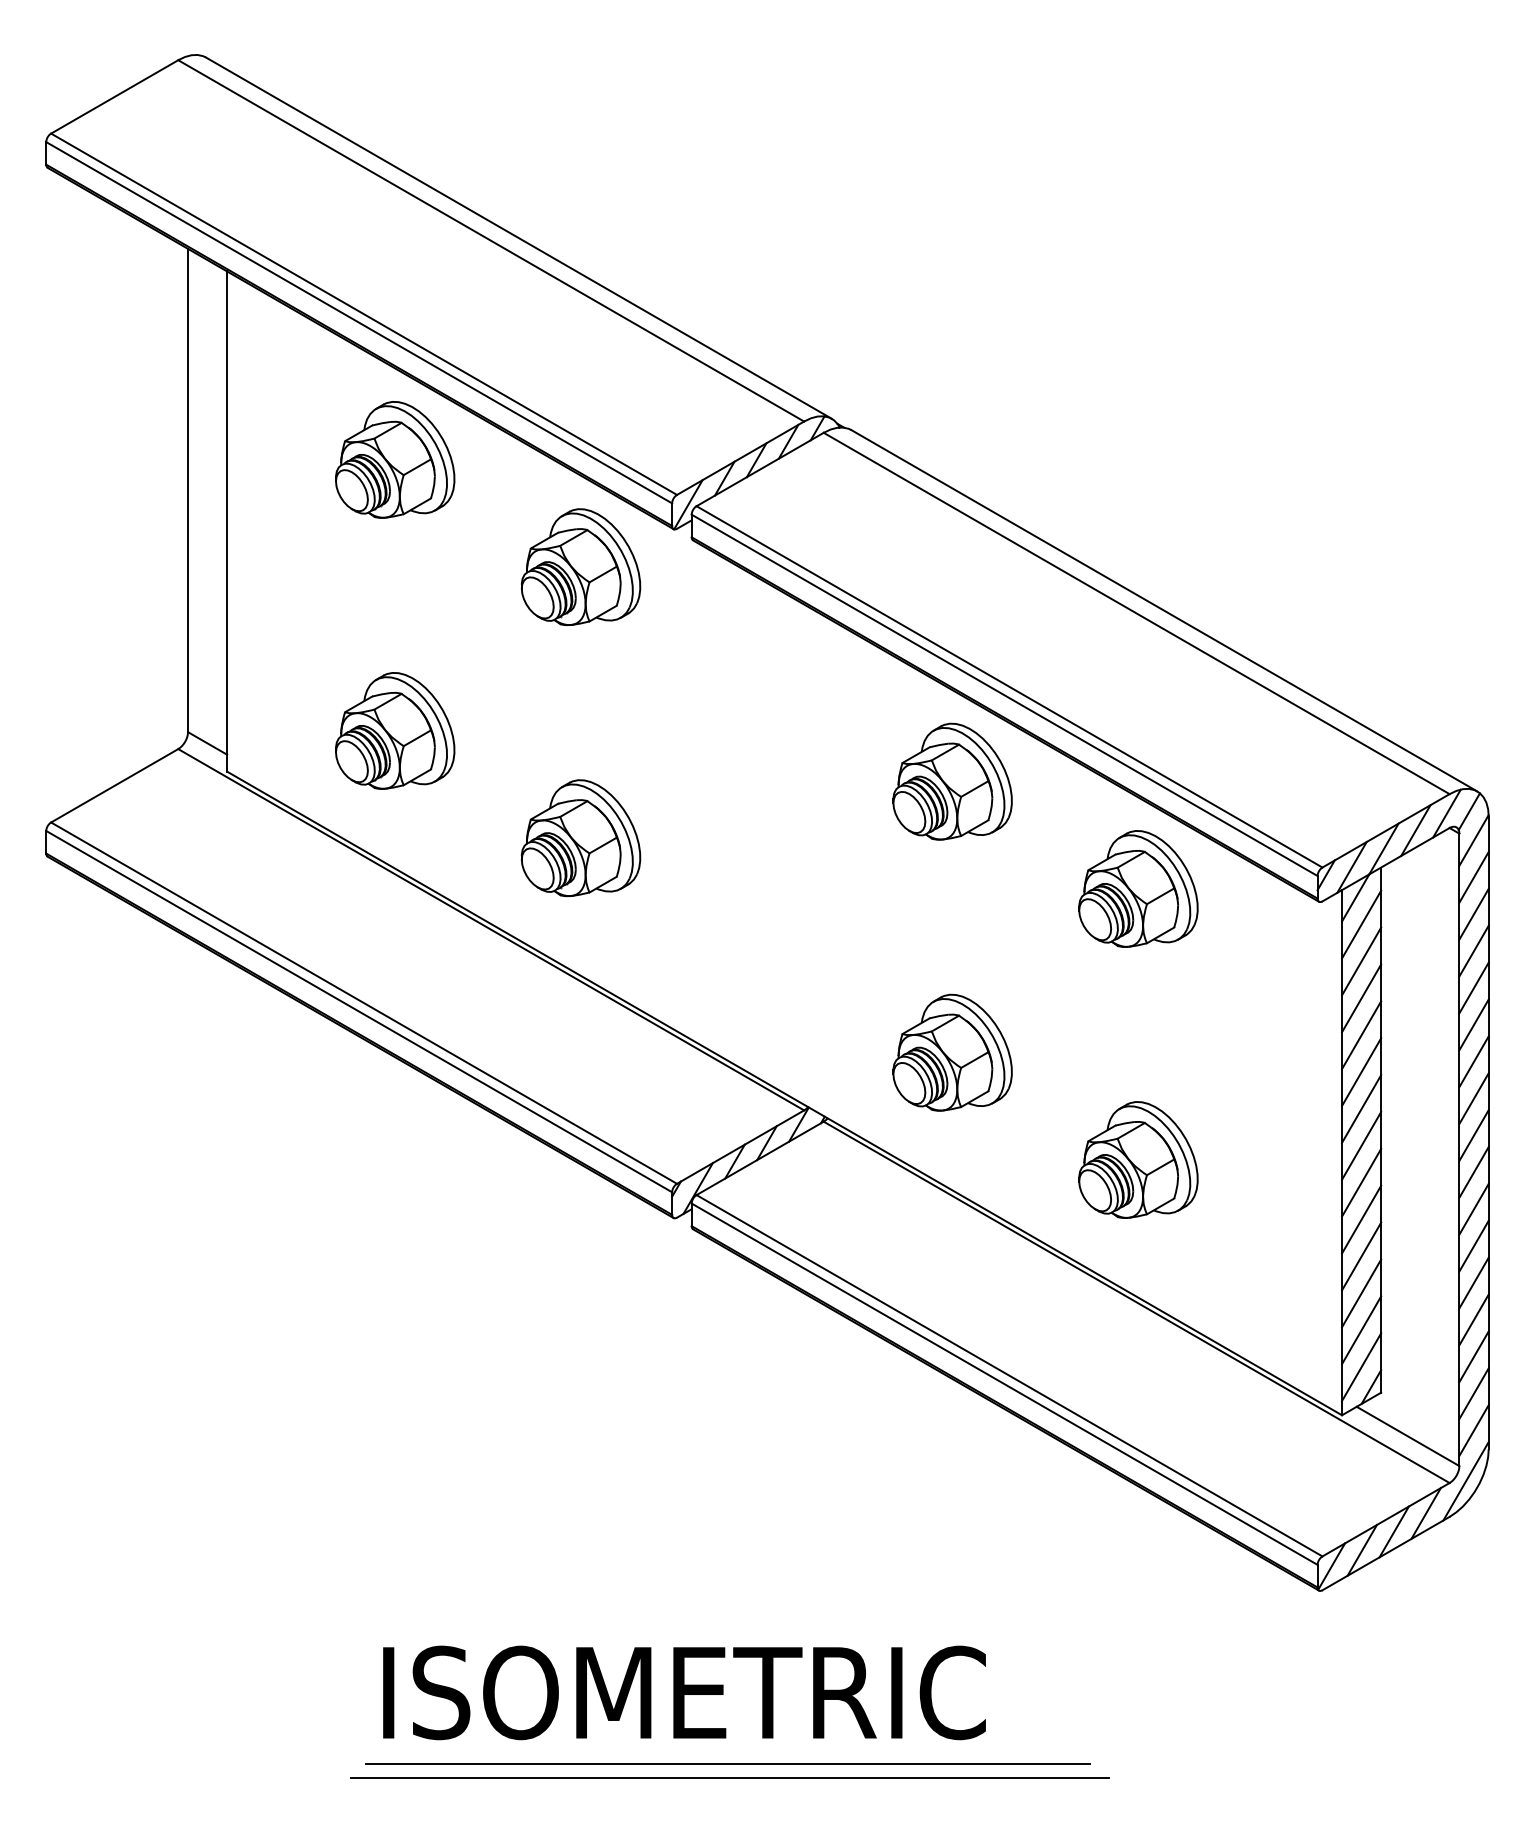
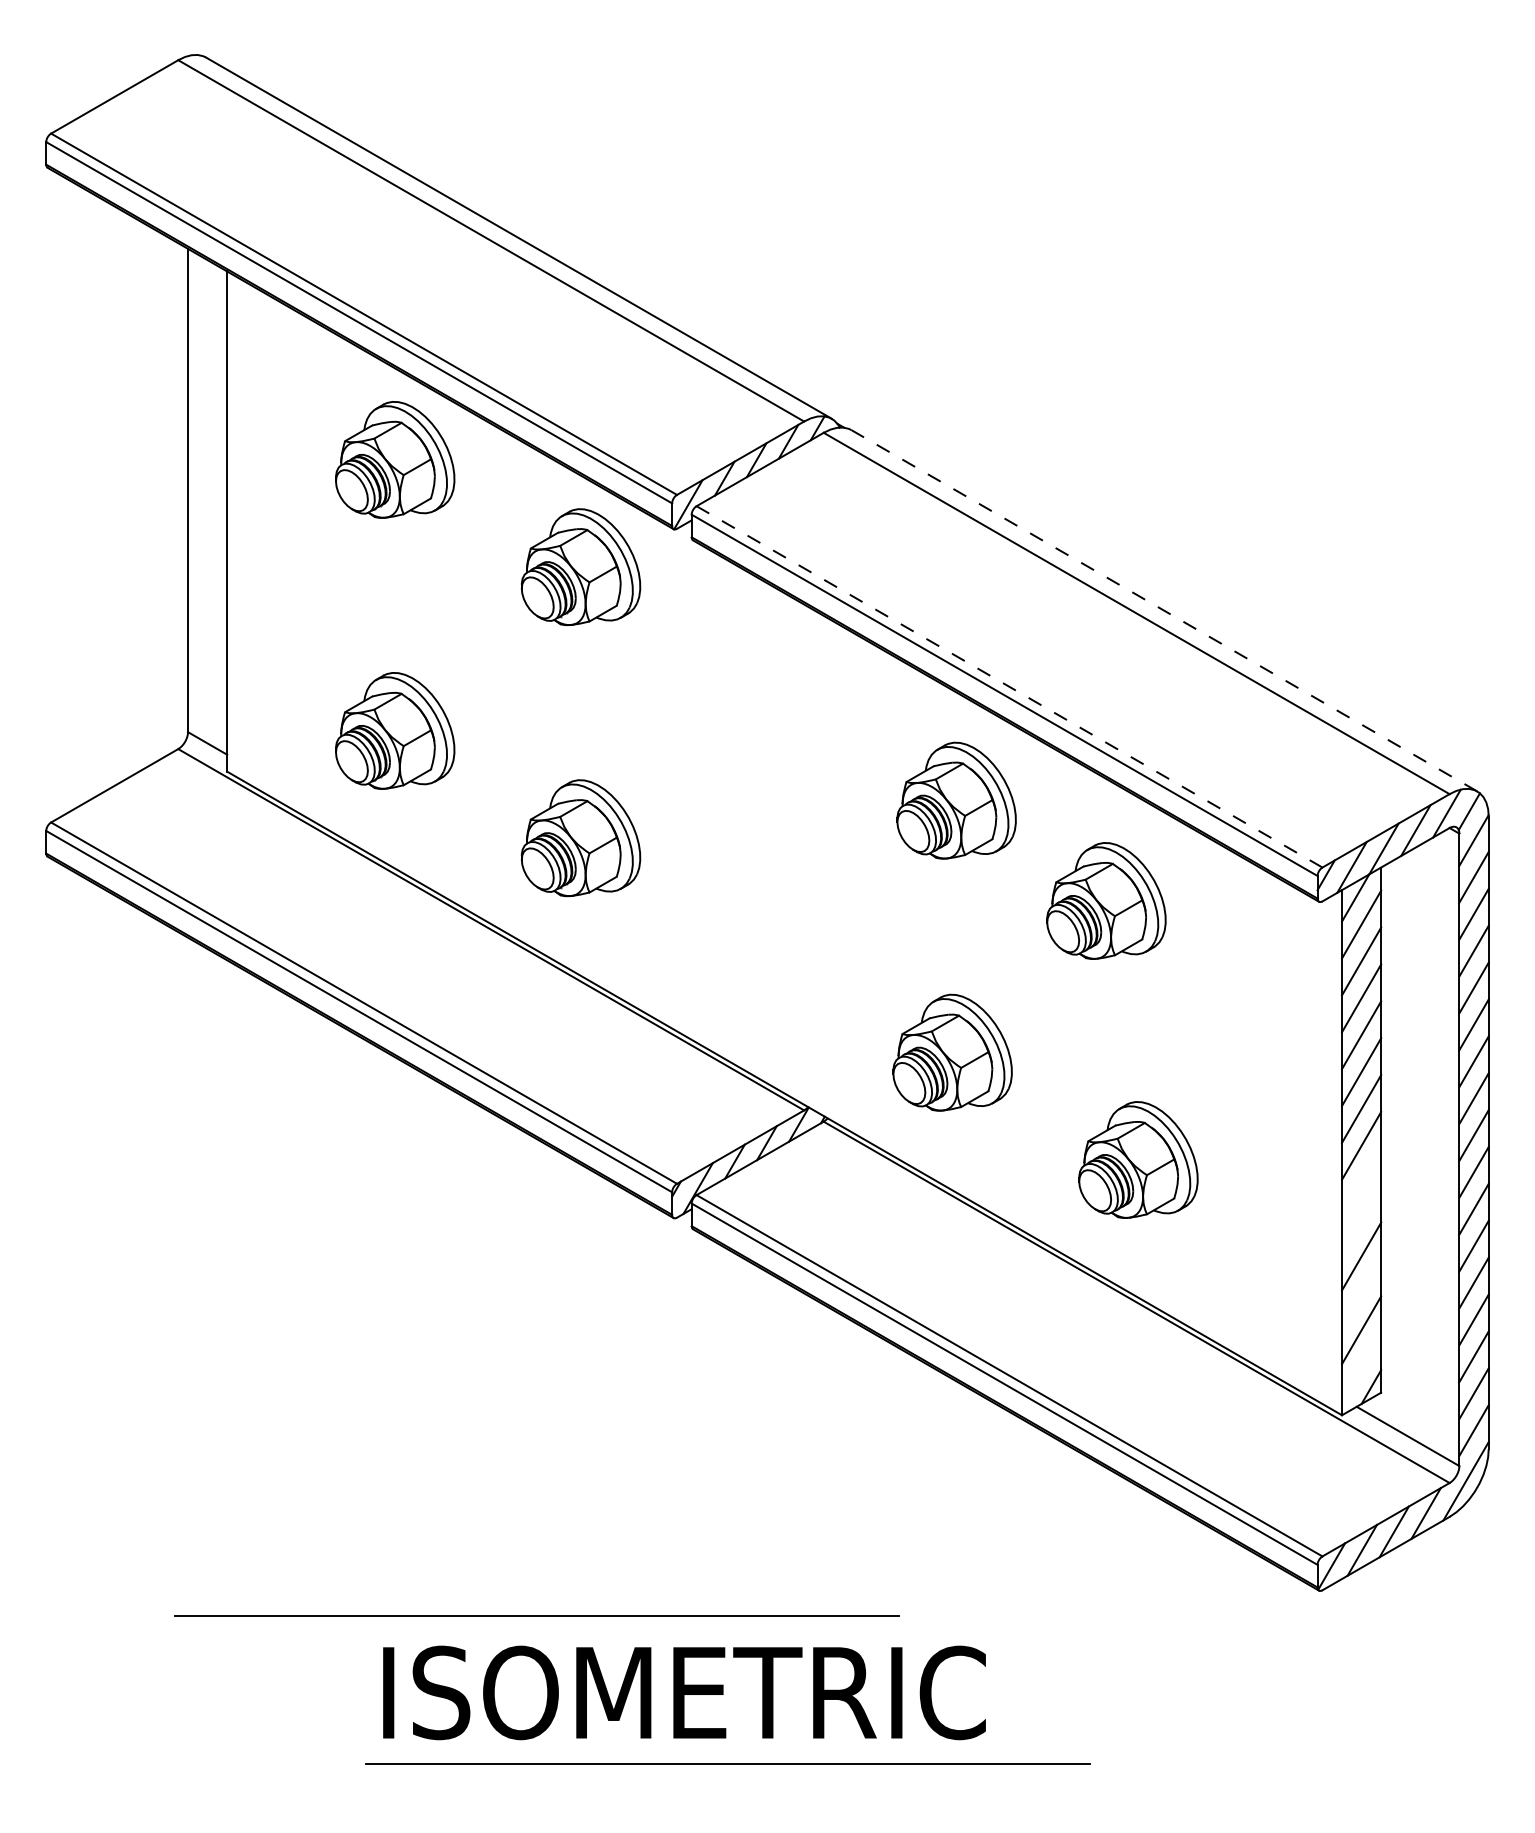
line at (1163, 610): solid -> dashed
line at (1009, 686): solid -> dashed
part at (952, 781) position: (952, 781) -> (956, 800)
part at (1138, 888) position: (1138, 888) -> (1106, 900)
line at (1361, 1182): present -> none
line at (1361, 1219): present -> none
line at (1361, 1293): present -> none
line at (1361, 1367): present -> none
line at (536, 1615): none -> present
line at (729, 1778): present -> none
